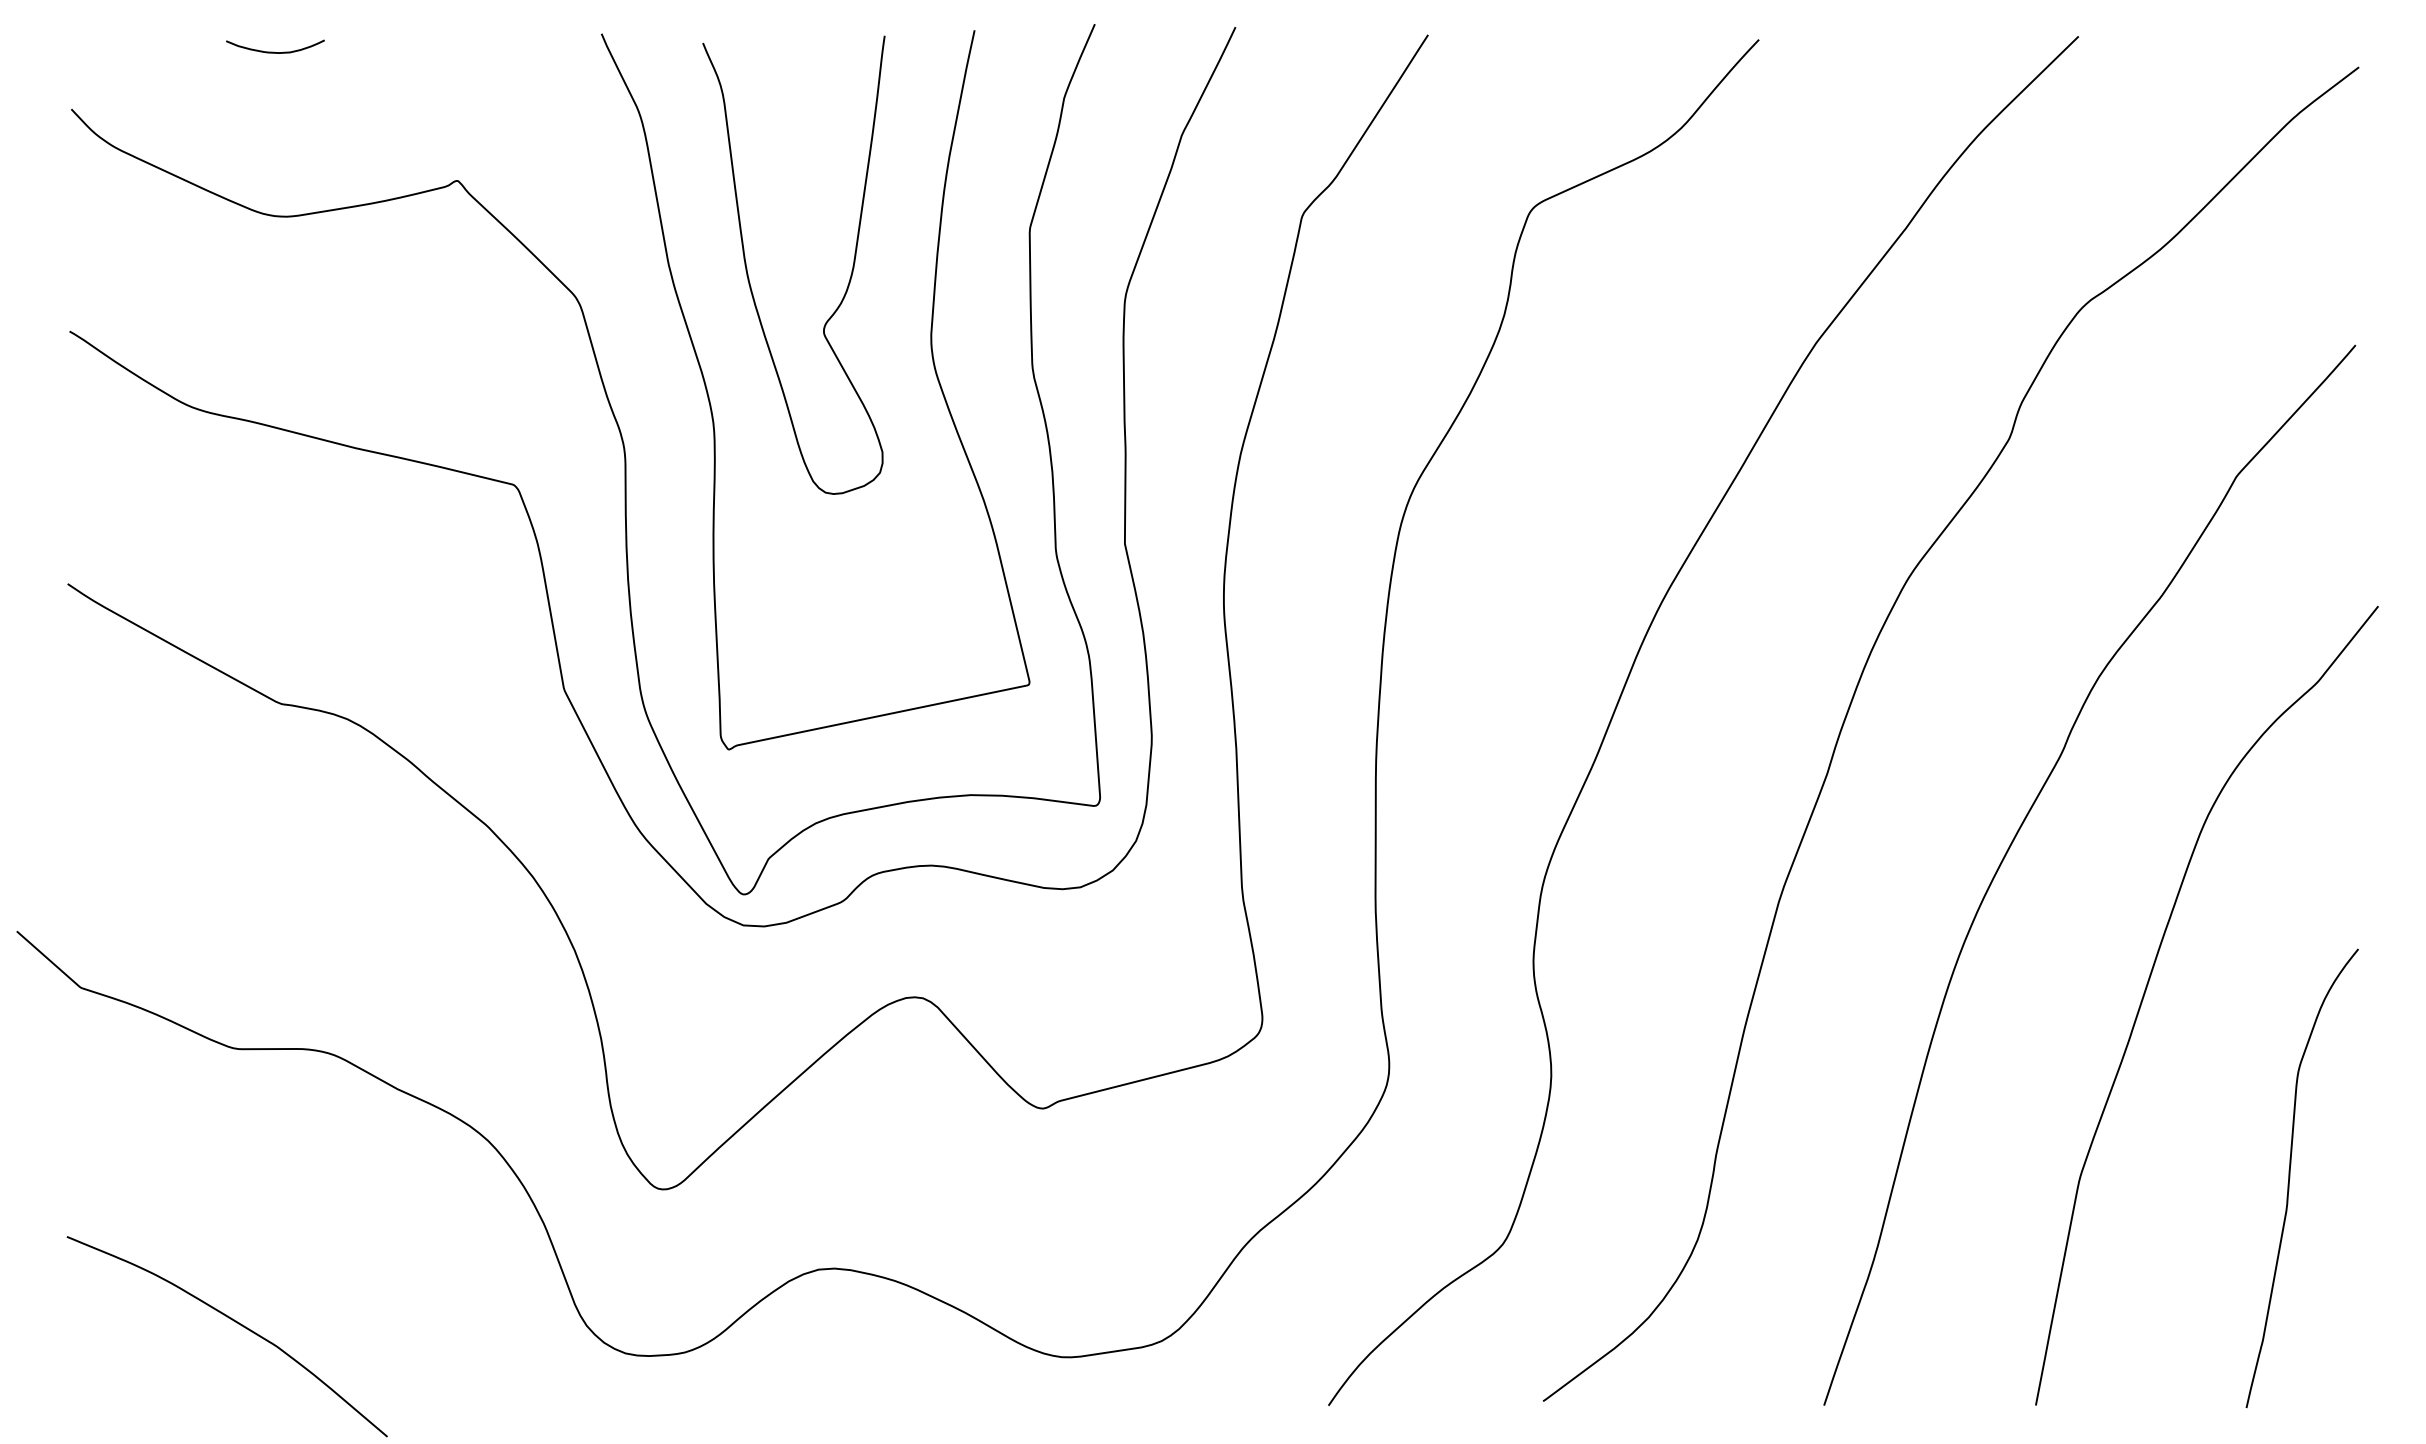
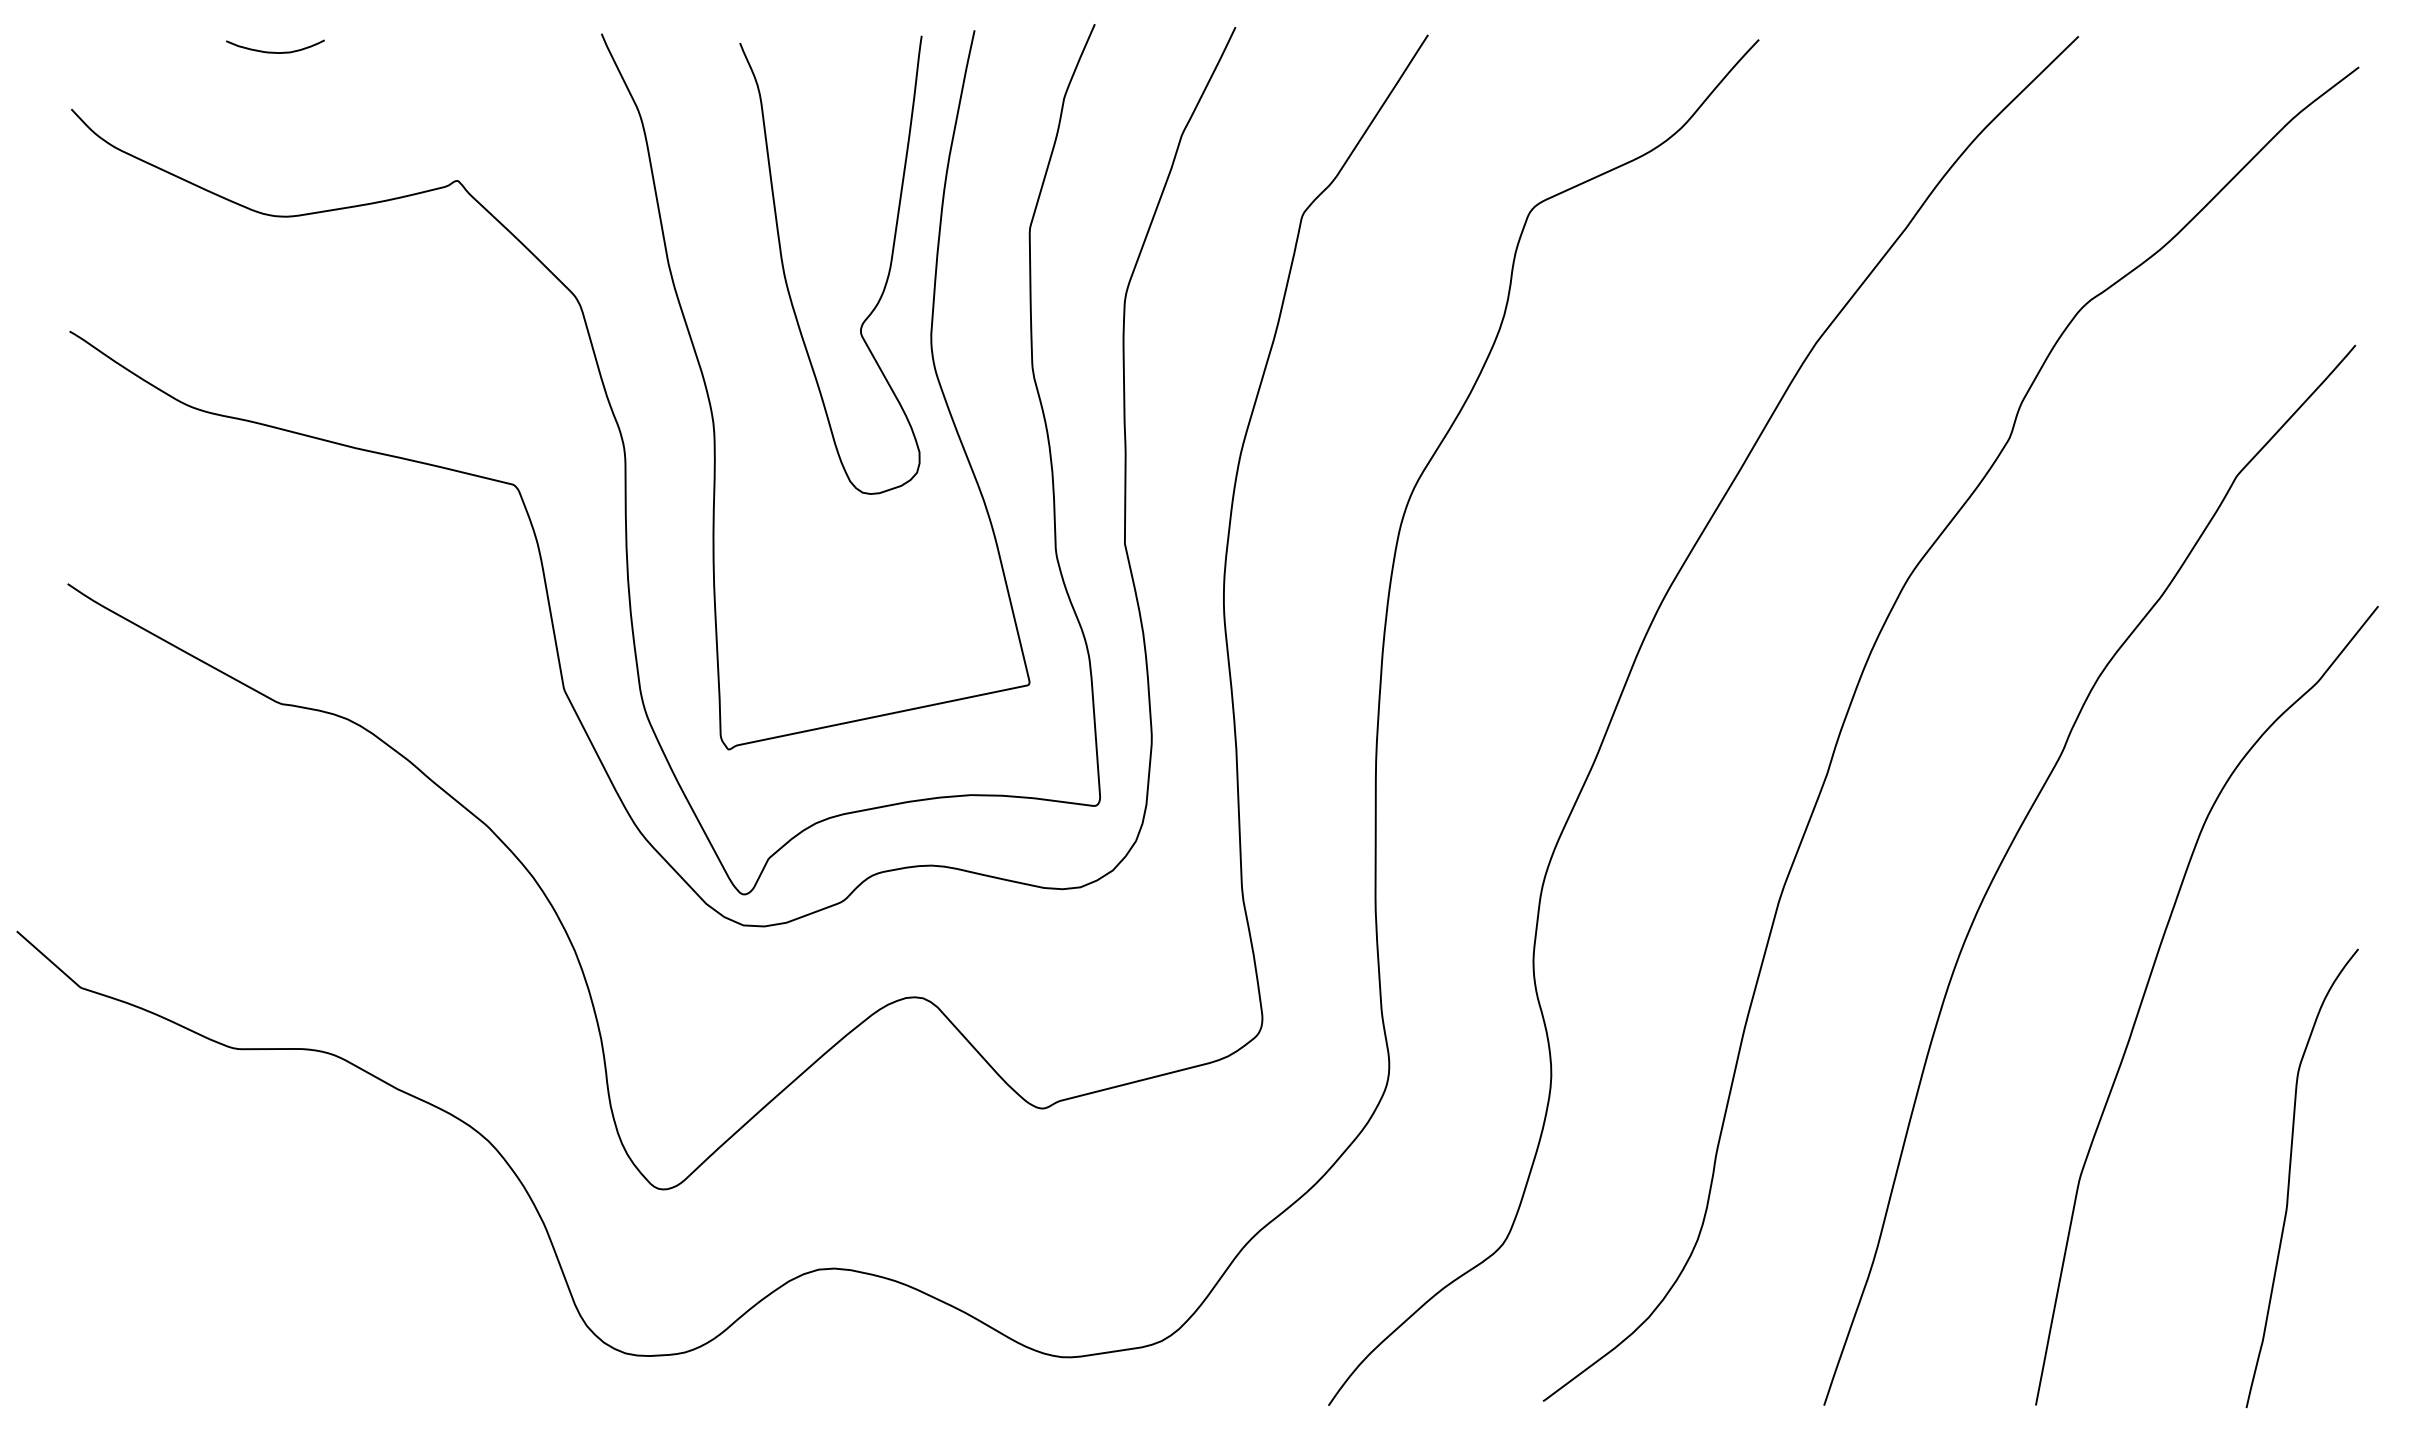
curve at (748, 273) position: (748, 273) -> (785, 273)
curve at (233, 1321): present -> none
